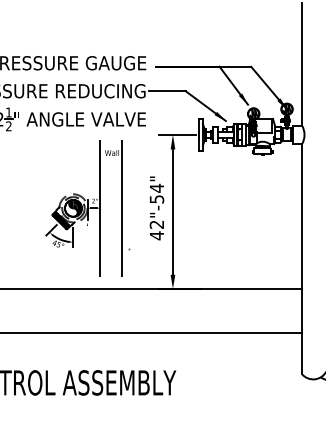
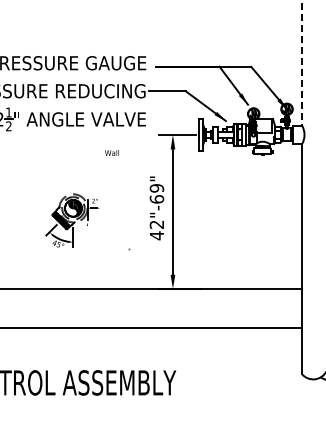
line at (302, 65): solid -> dashed
text at (156, 193): 42"-54" -> 42"-69"
line at (100, 207): present -> none
line at (122, 207): present -> none
line at (152, 333) position: (152, 333) -> (152, 328)
